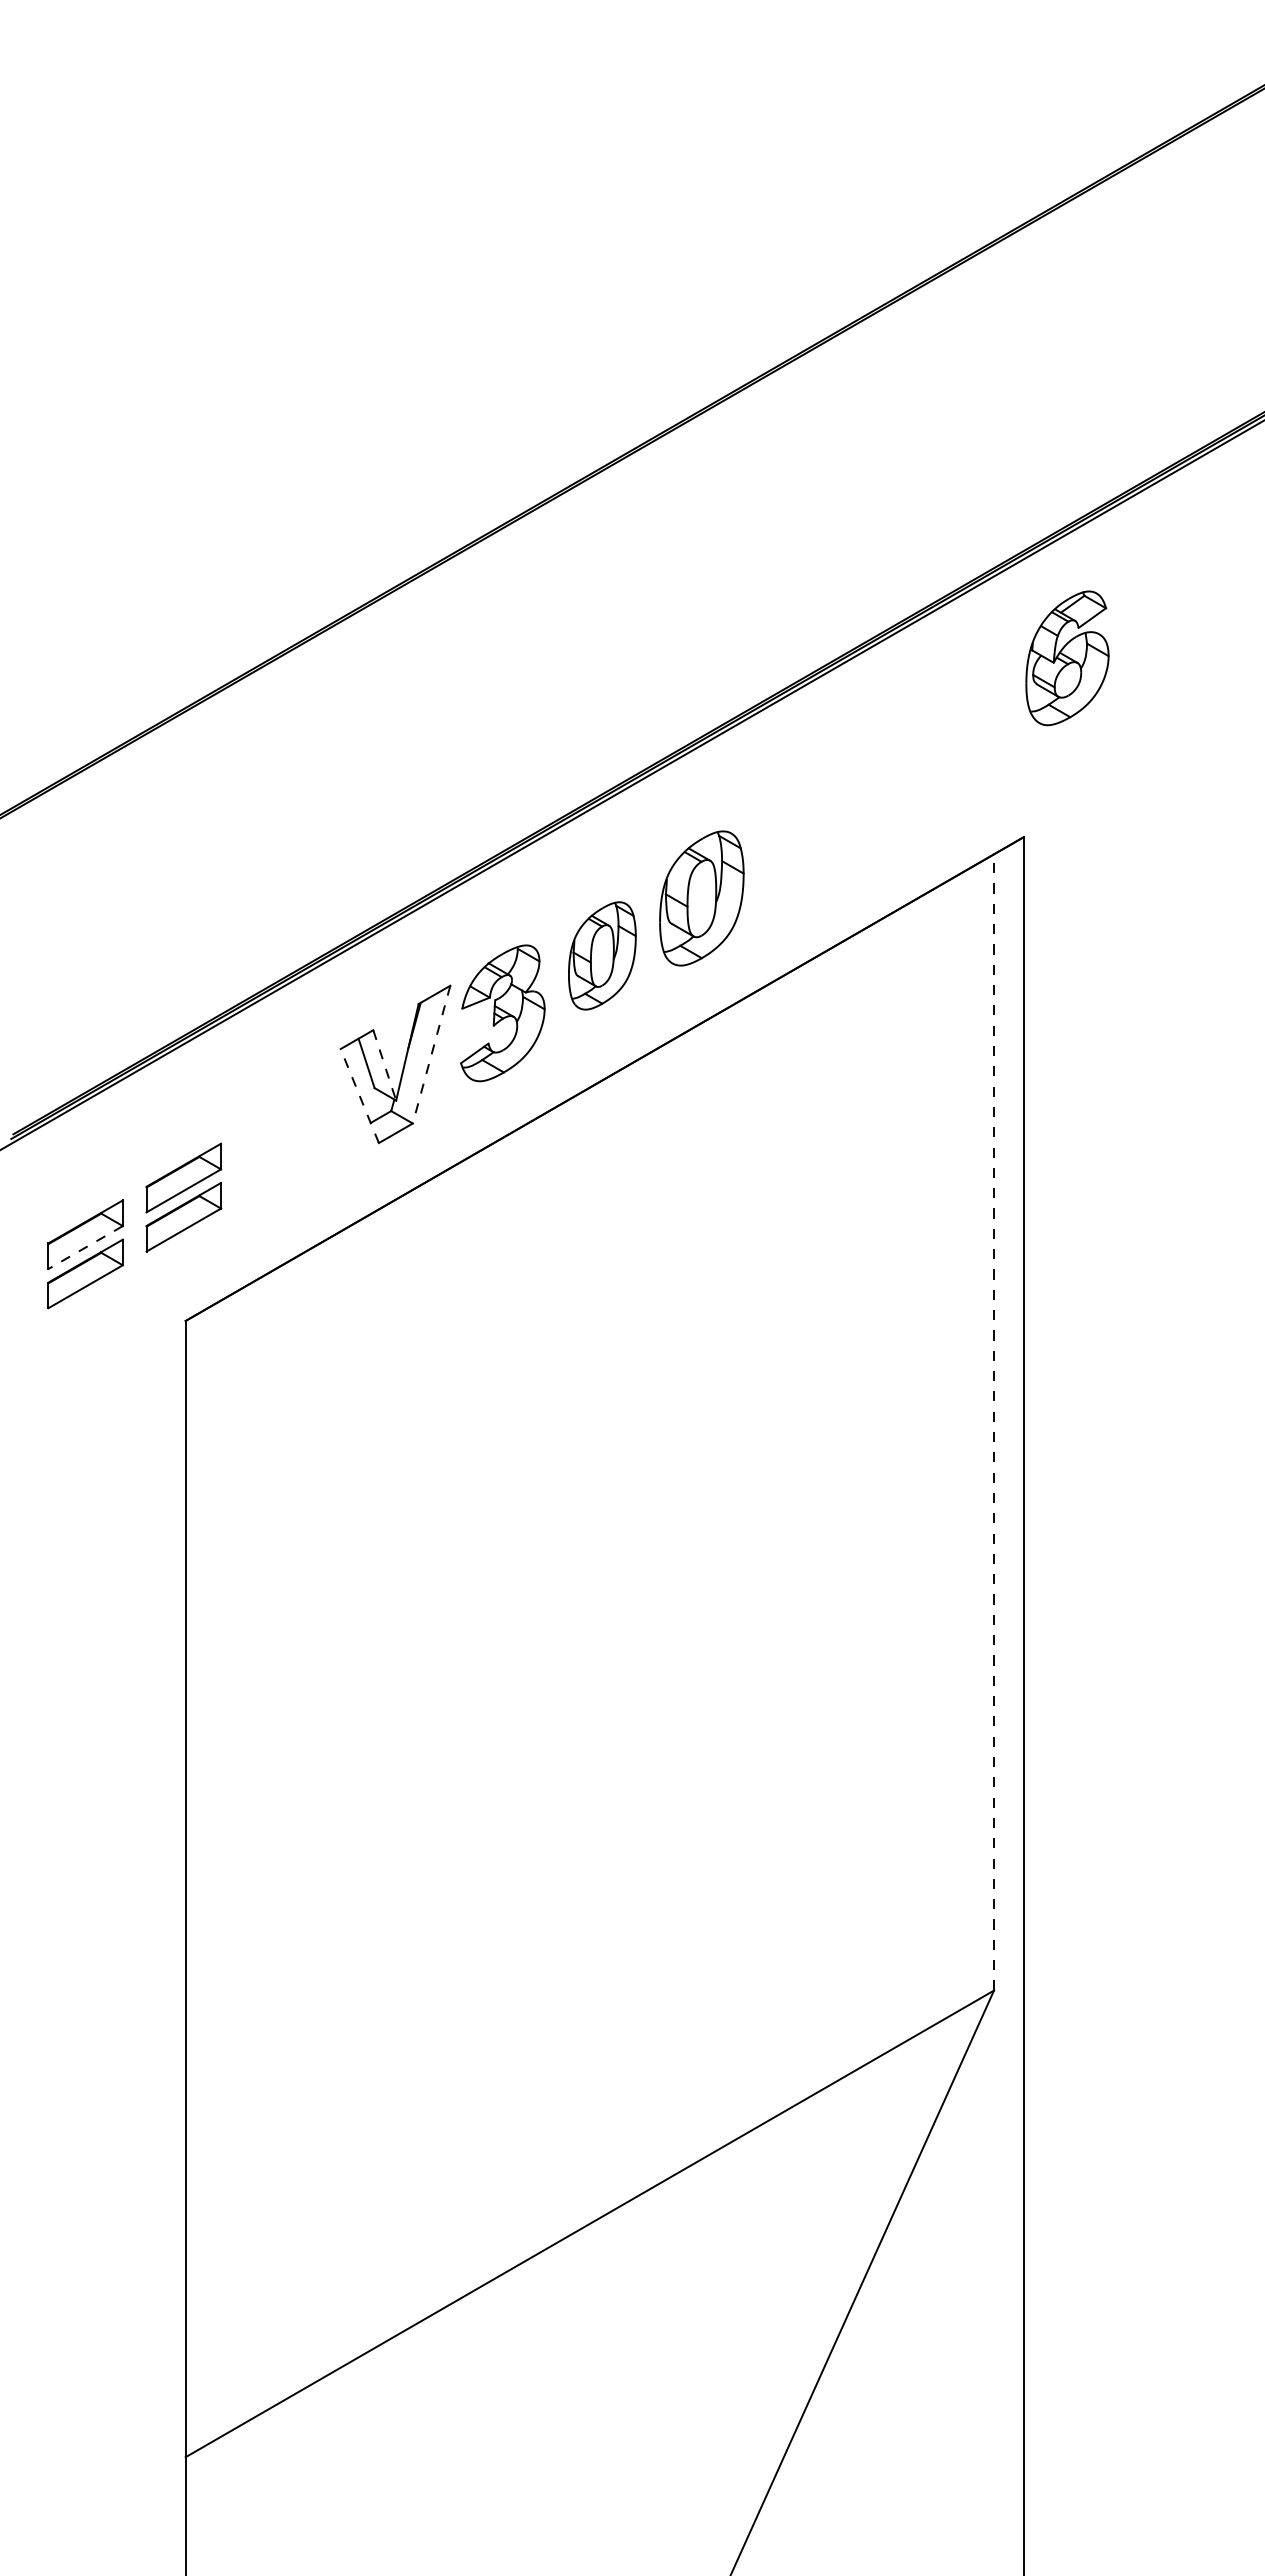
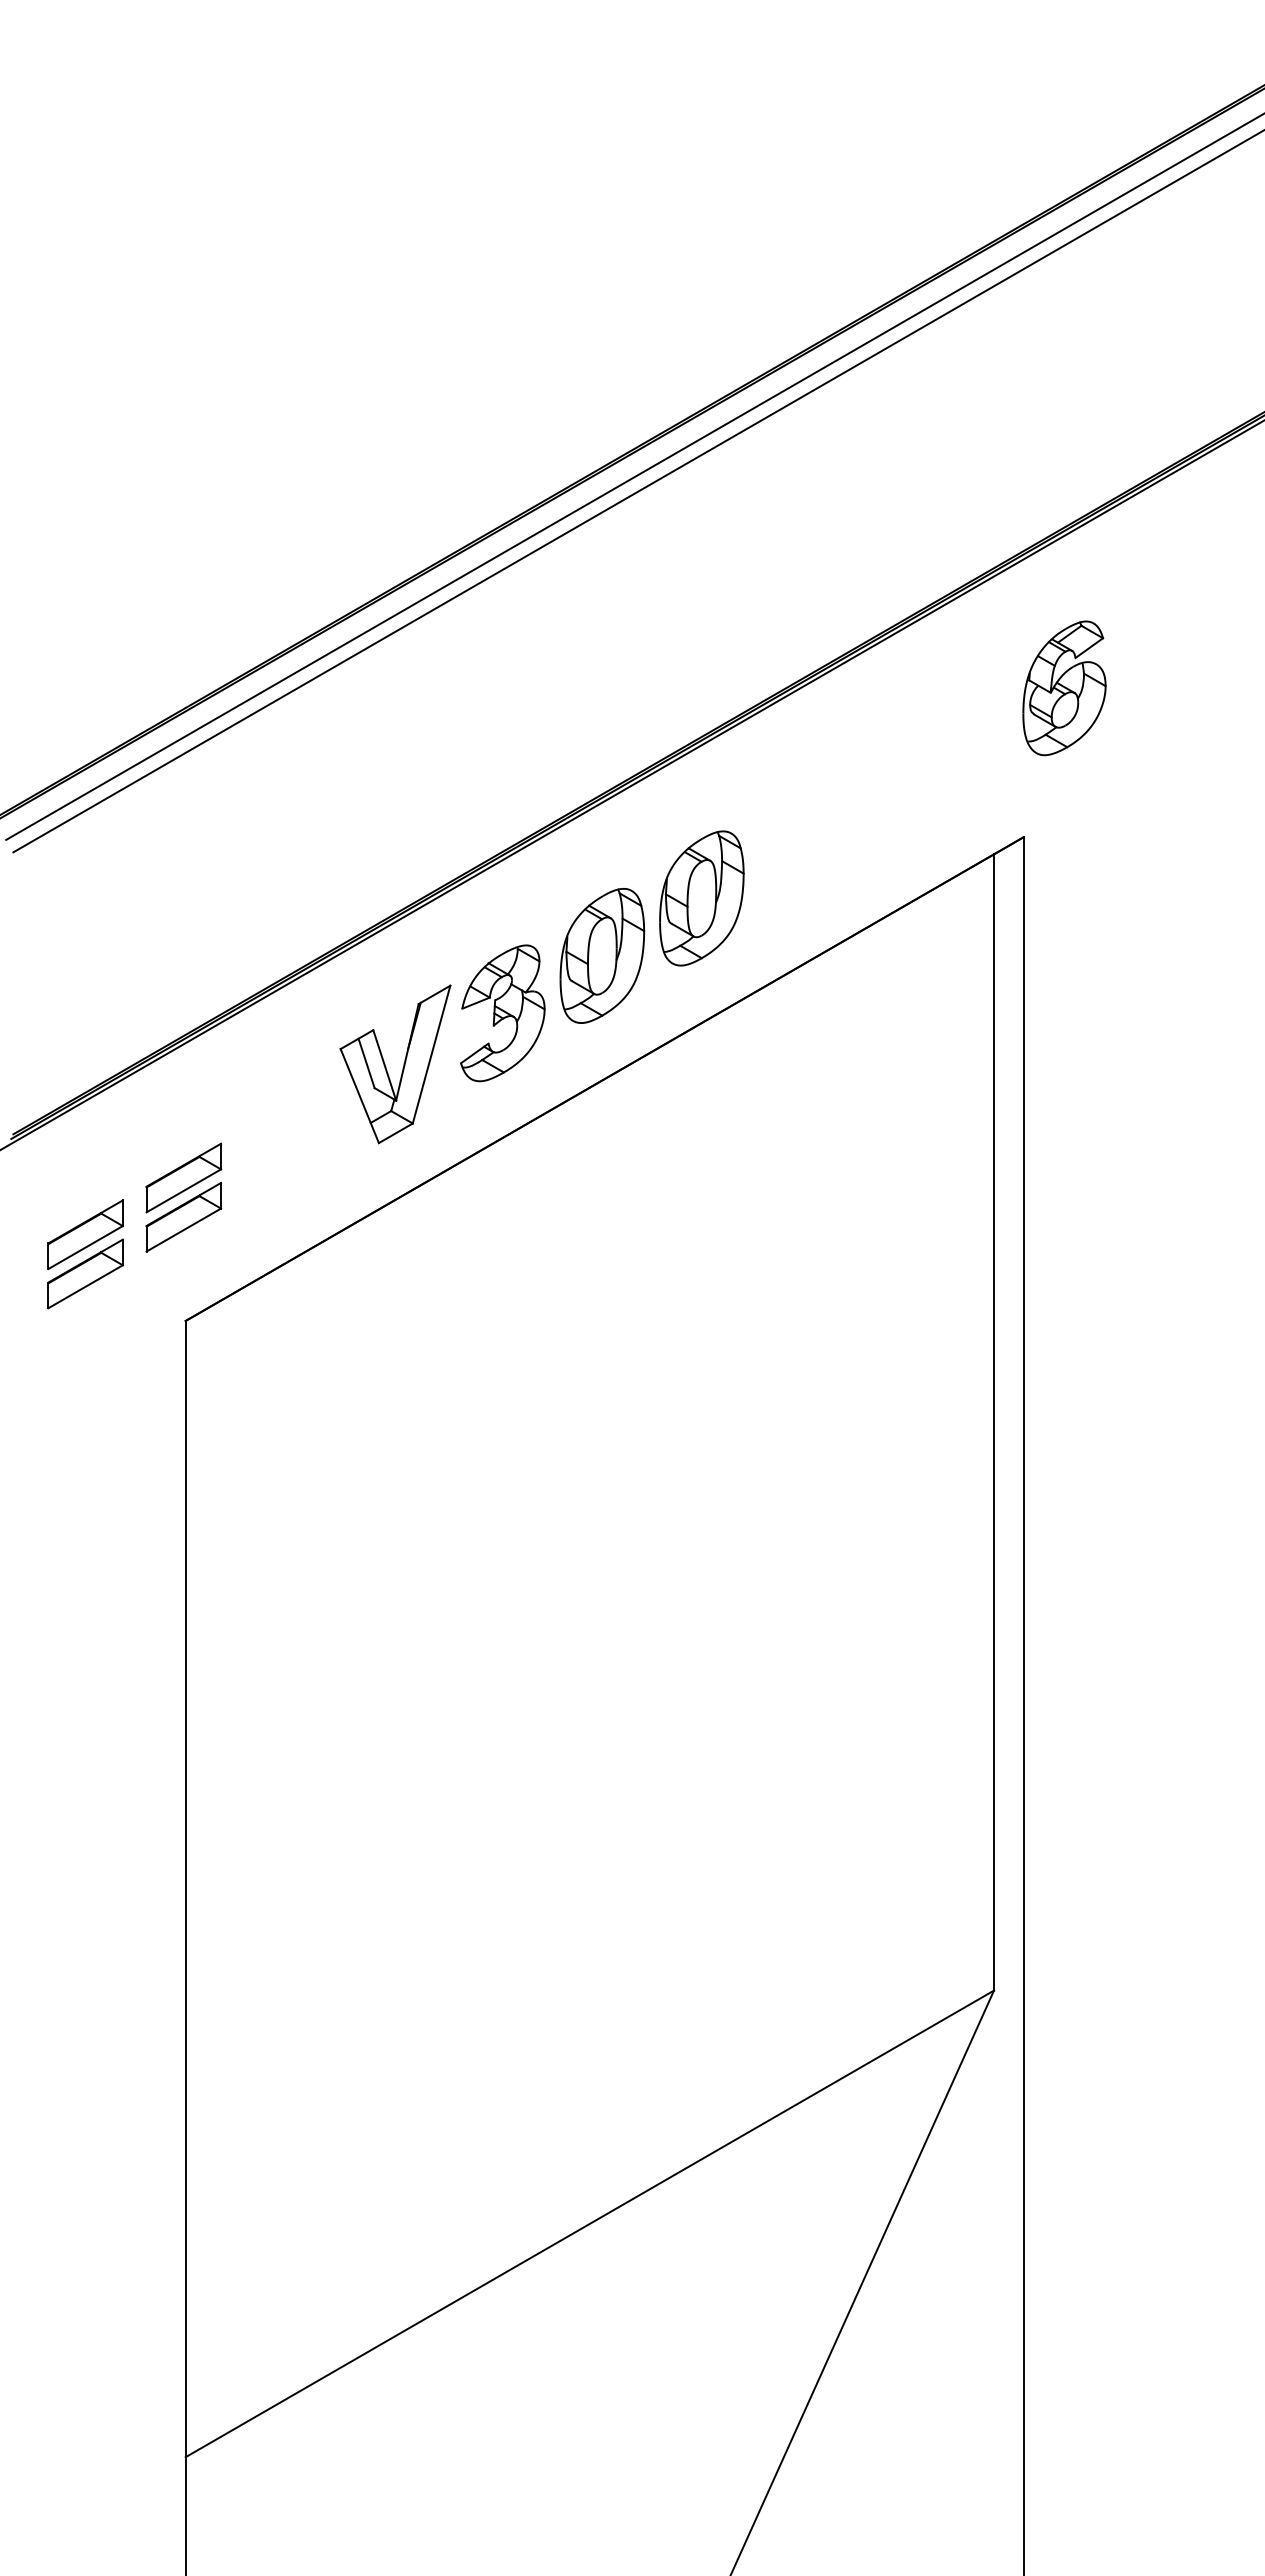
line at (633, 477): none -> present
line at (637, 491): none -> present
part at (1067, 658) position: (1067, 658) -> (1064, 688)
part at (602, 955) size: 69x110 px -> 87x136 px
line at (431, 1055): dashed -> solid
line at (384, 1065): dashed -> solid
line at (359, 1096): dashed -> solid
line at (85, 1247): dashed -> solid
line at (994, 1421): dashed -> solid
